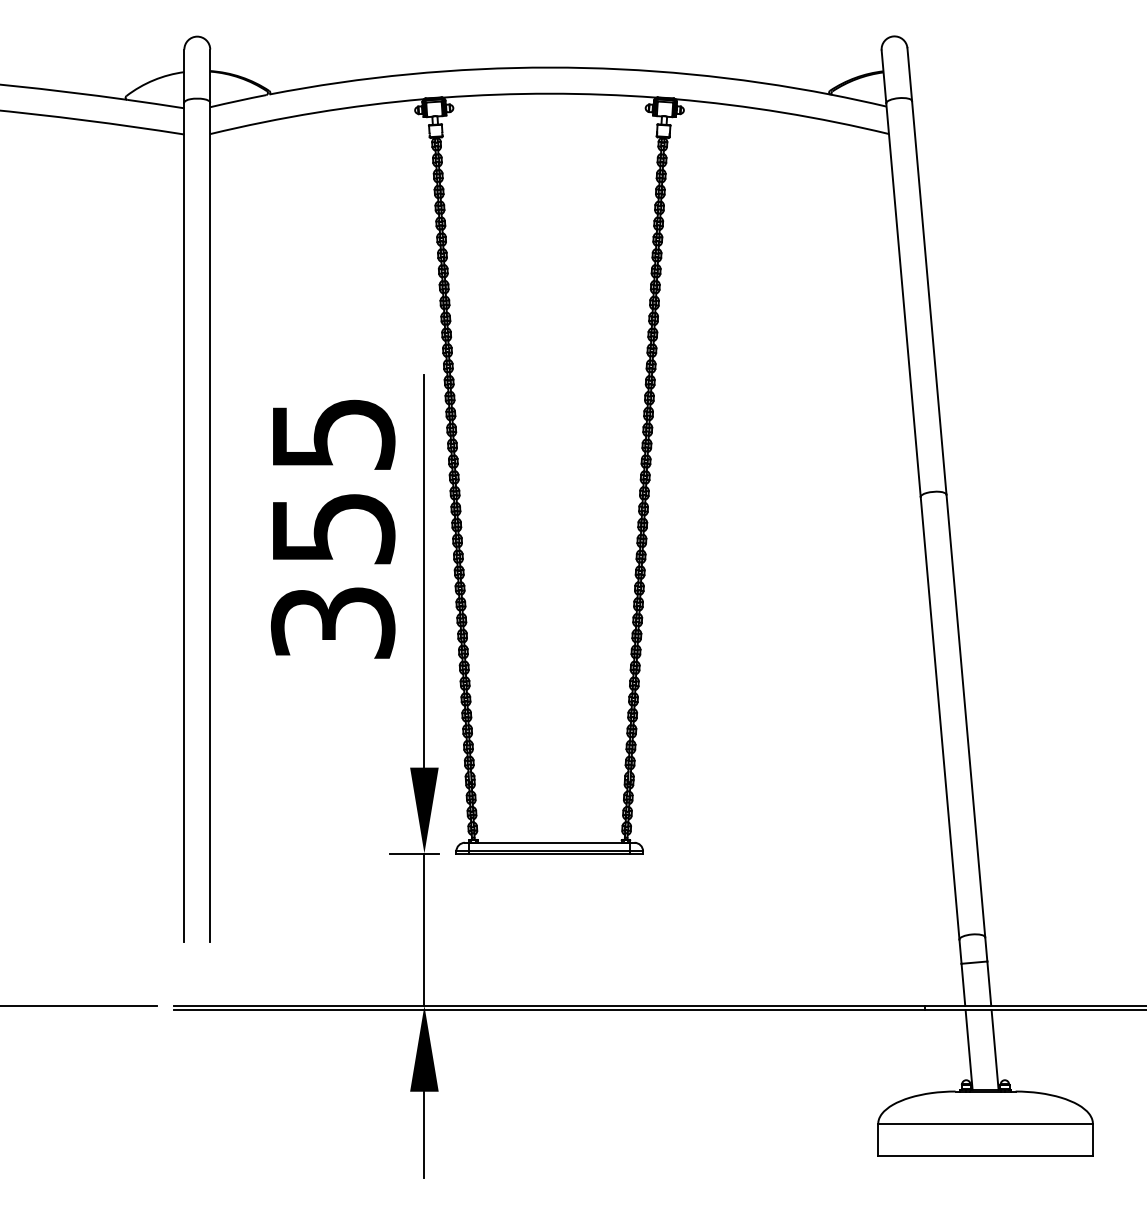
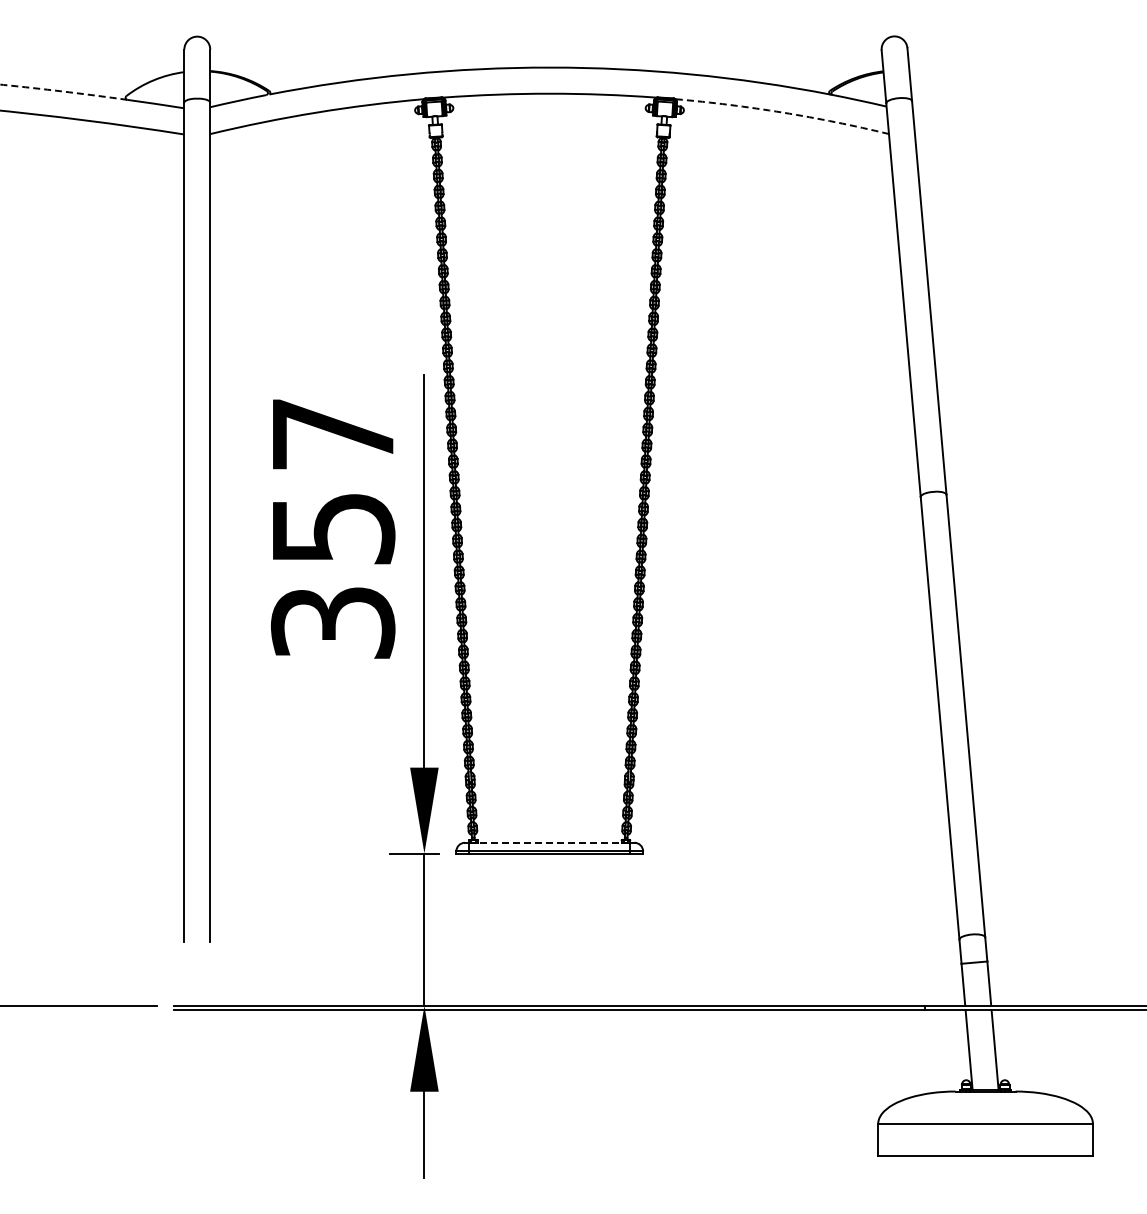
arc at (64, 91): solid -> dashed
arc at (782, 112): solid -> dashed
text at (334, 434): 355 -> 357
line at (549, 842): solid -> dashed
